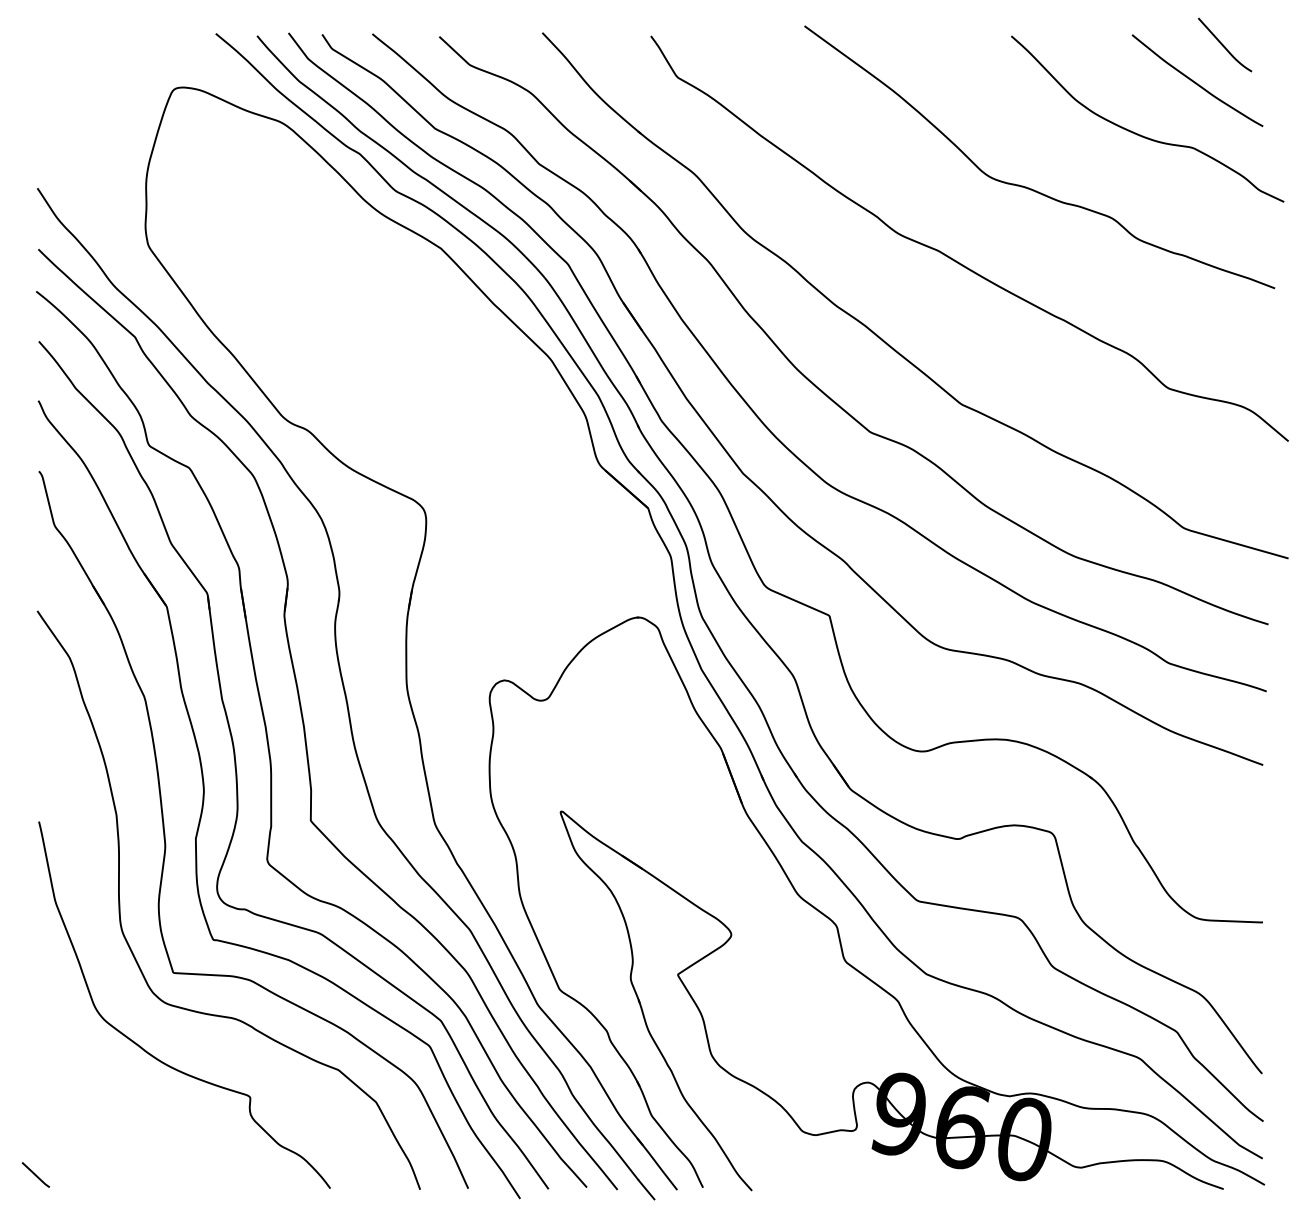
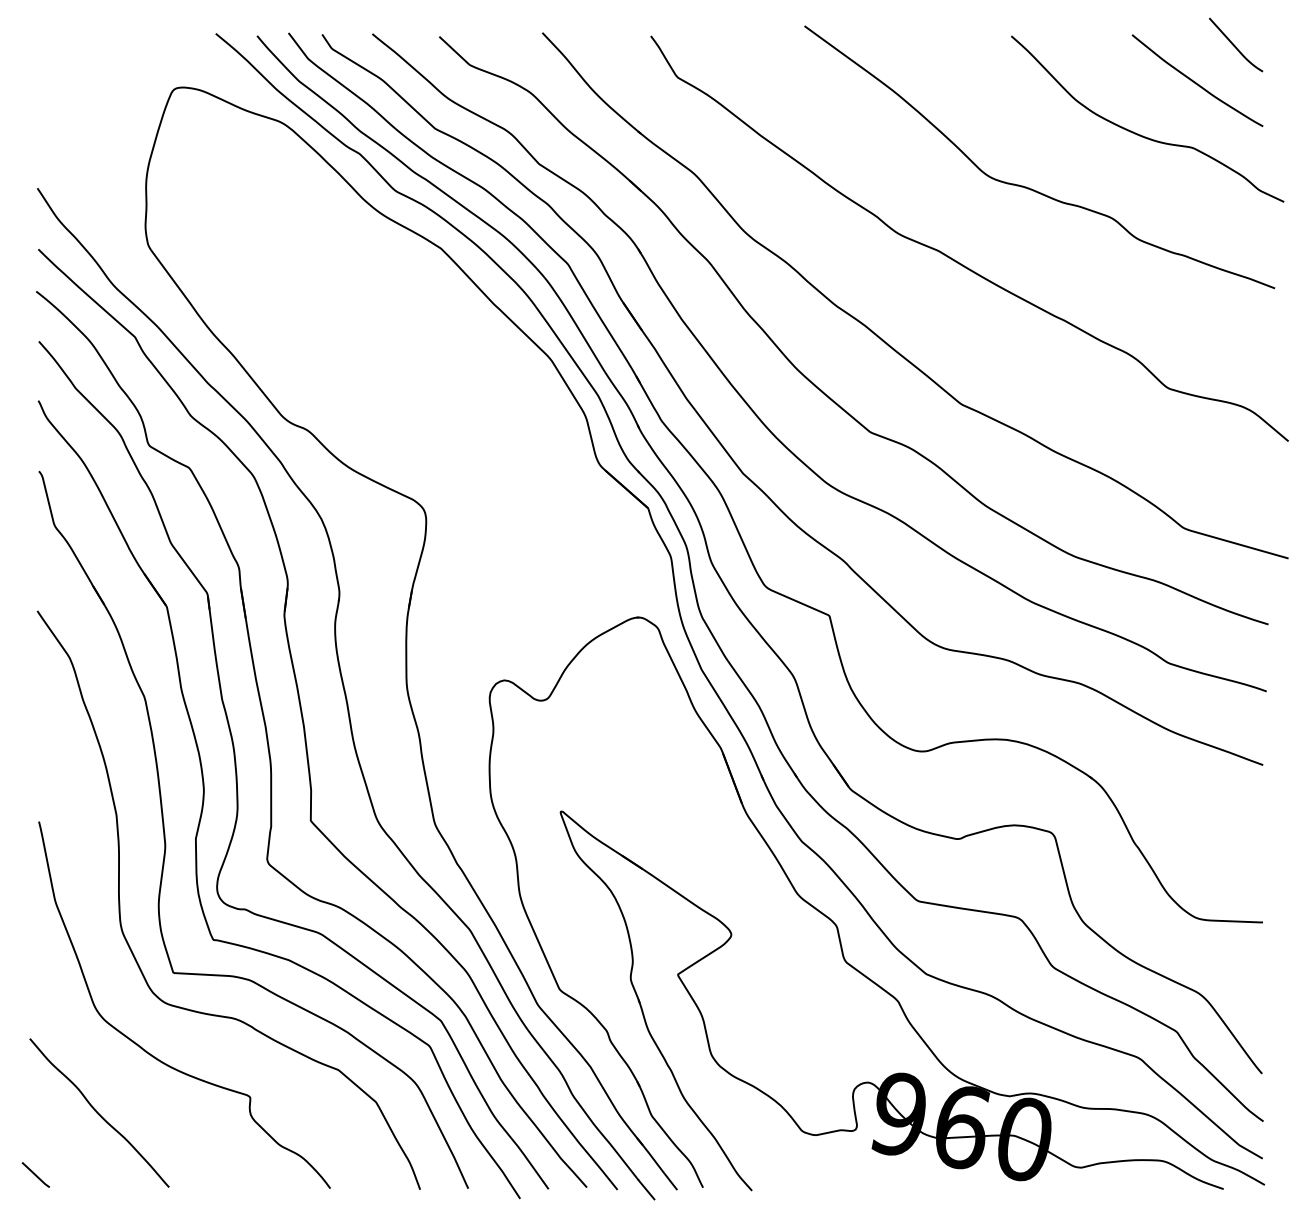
curve at (1224, 45) position: (1224, 45) -> (1235, 45)
curve at (98, 1112): none -> present
